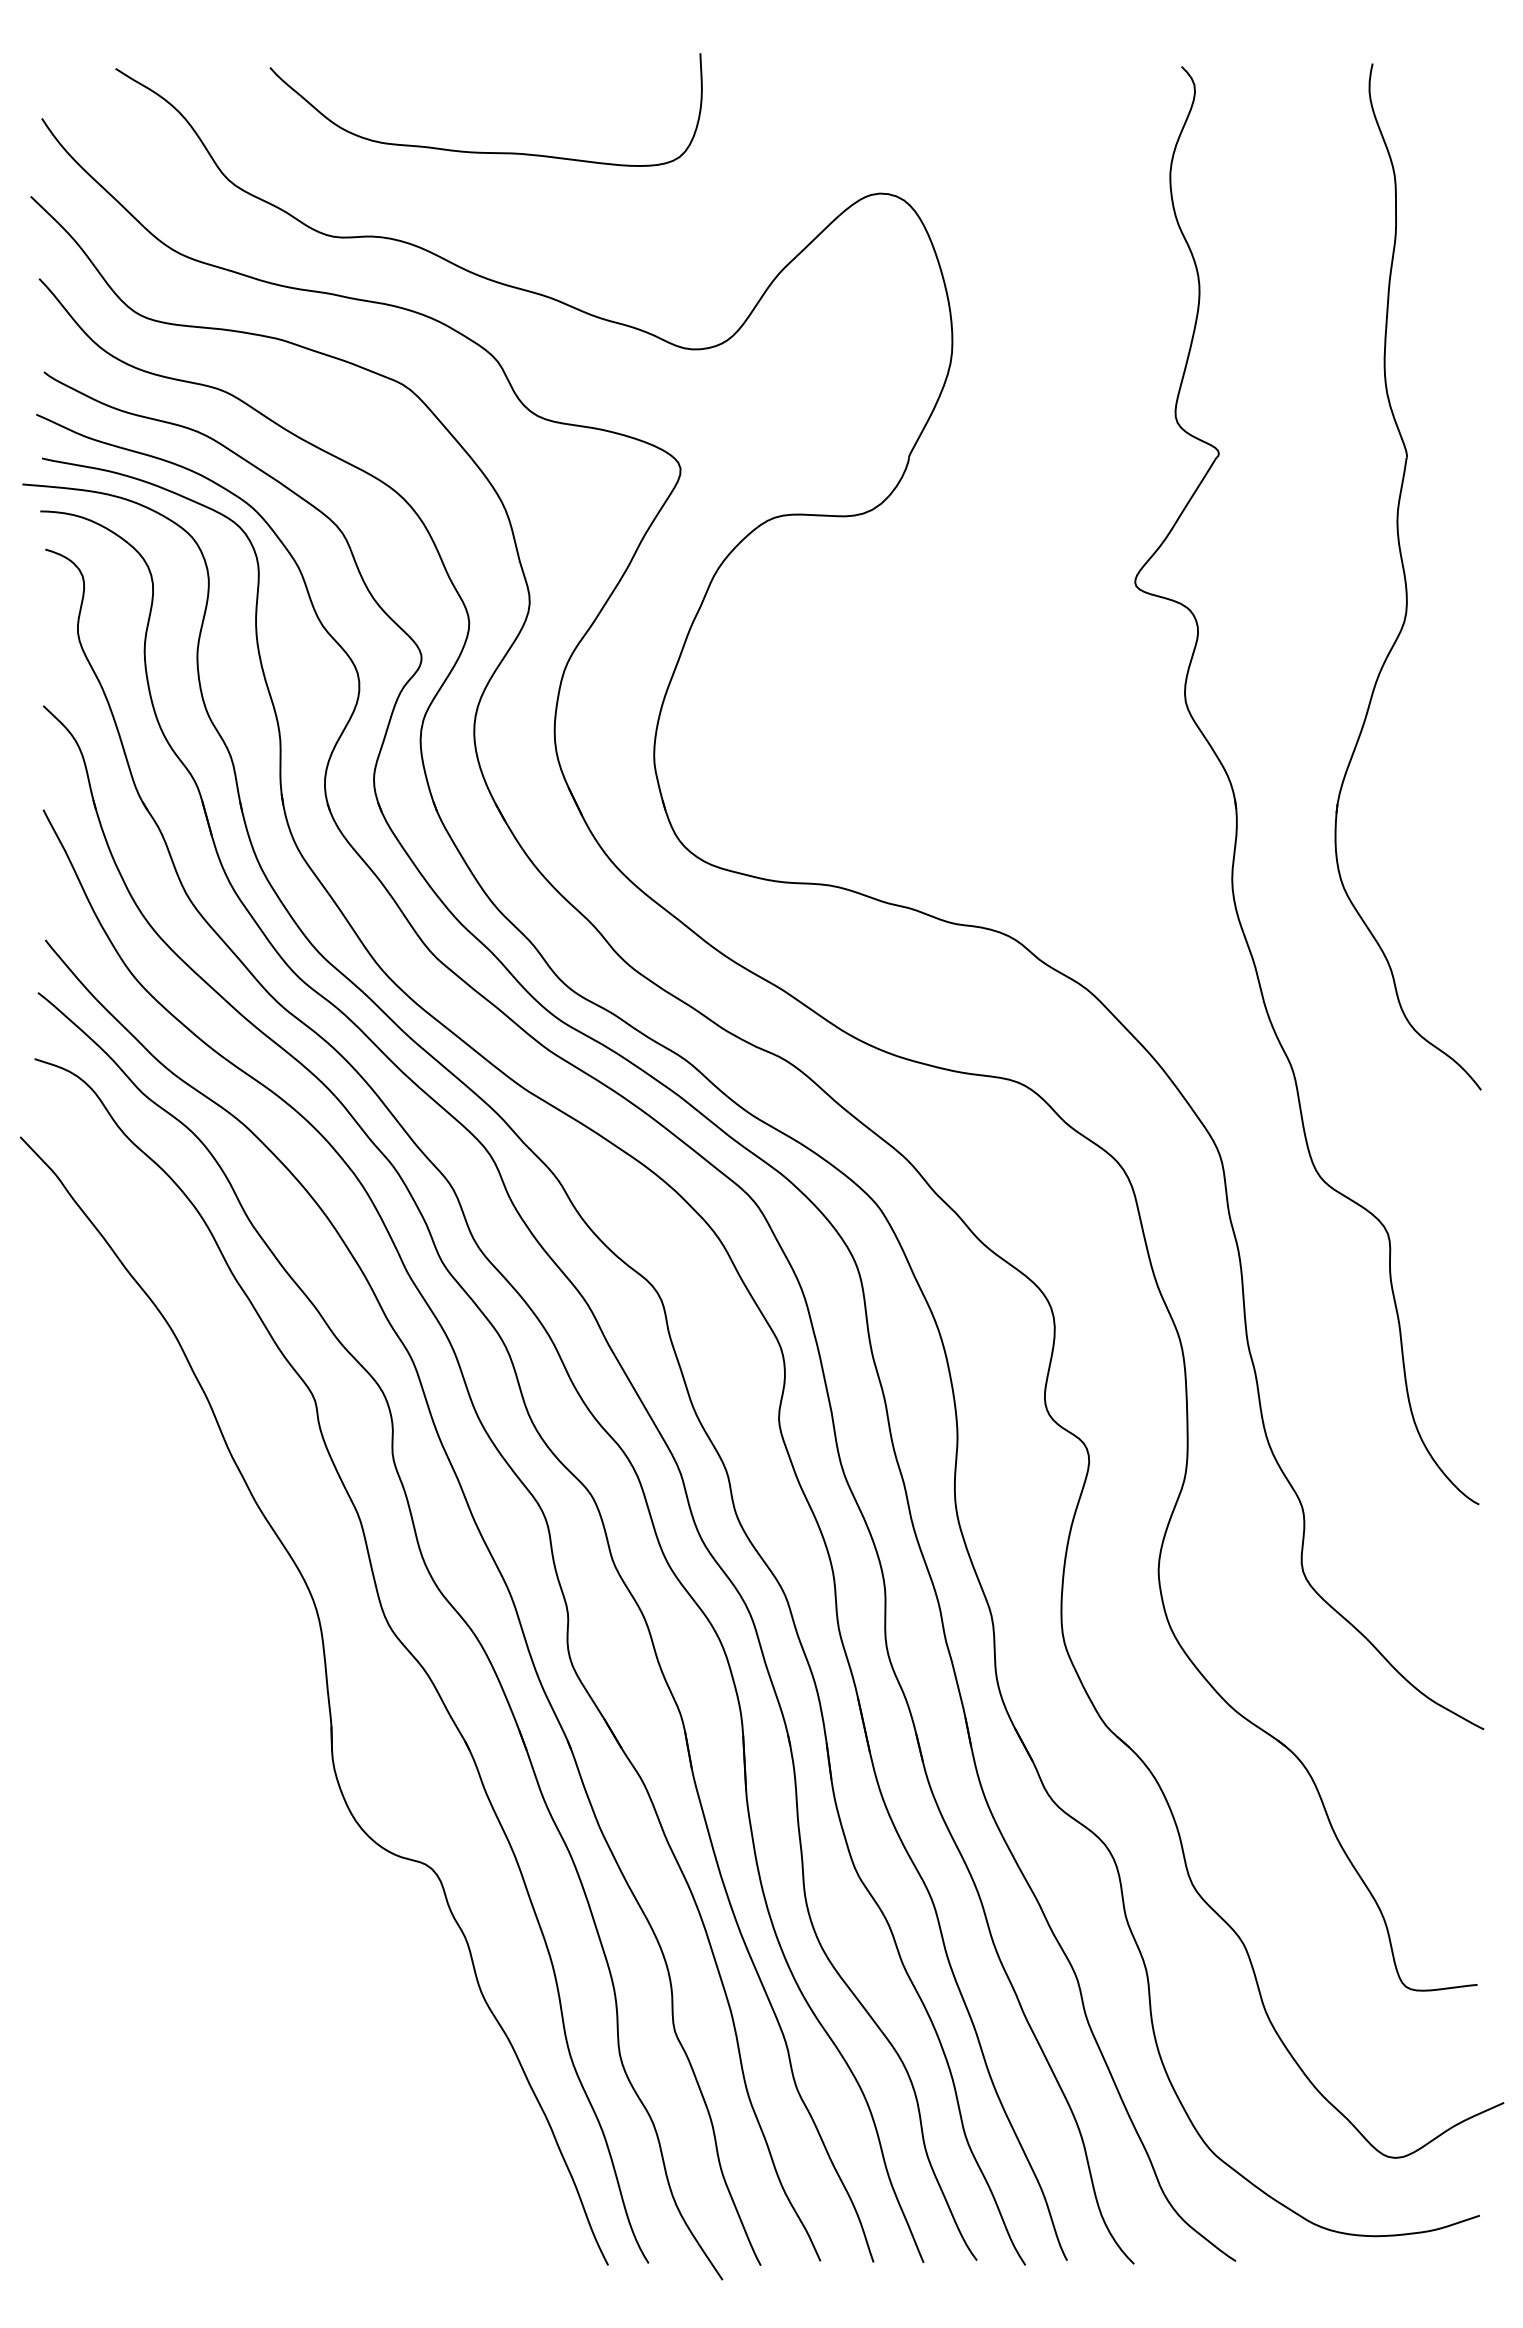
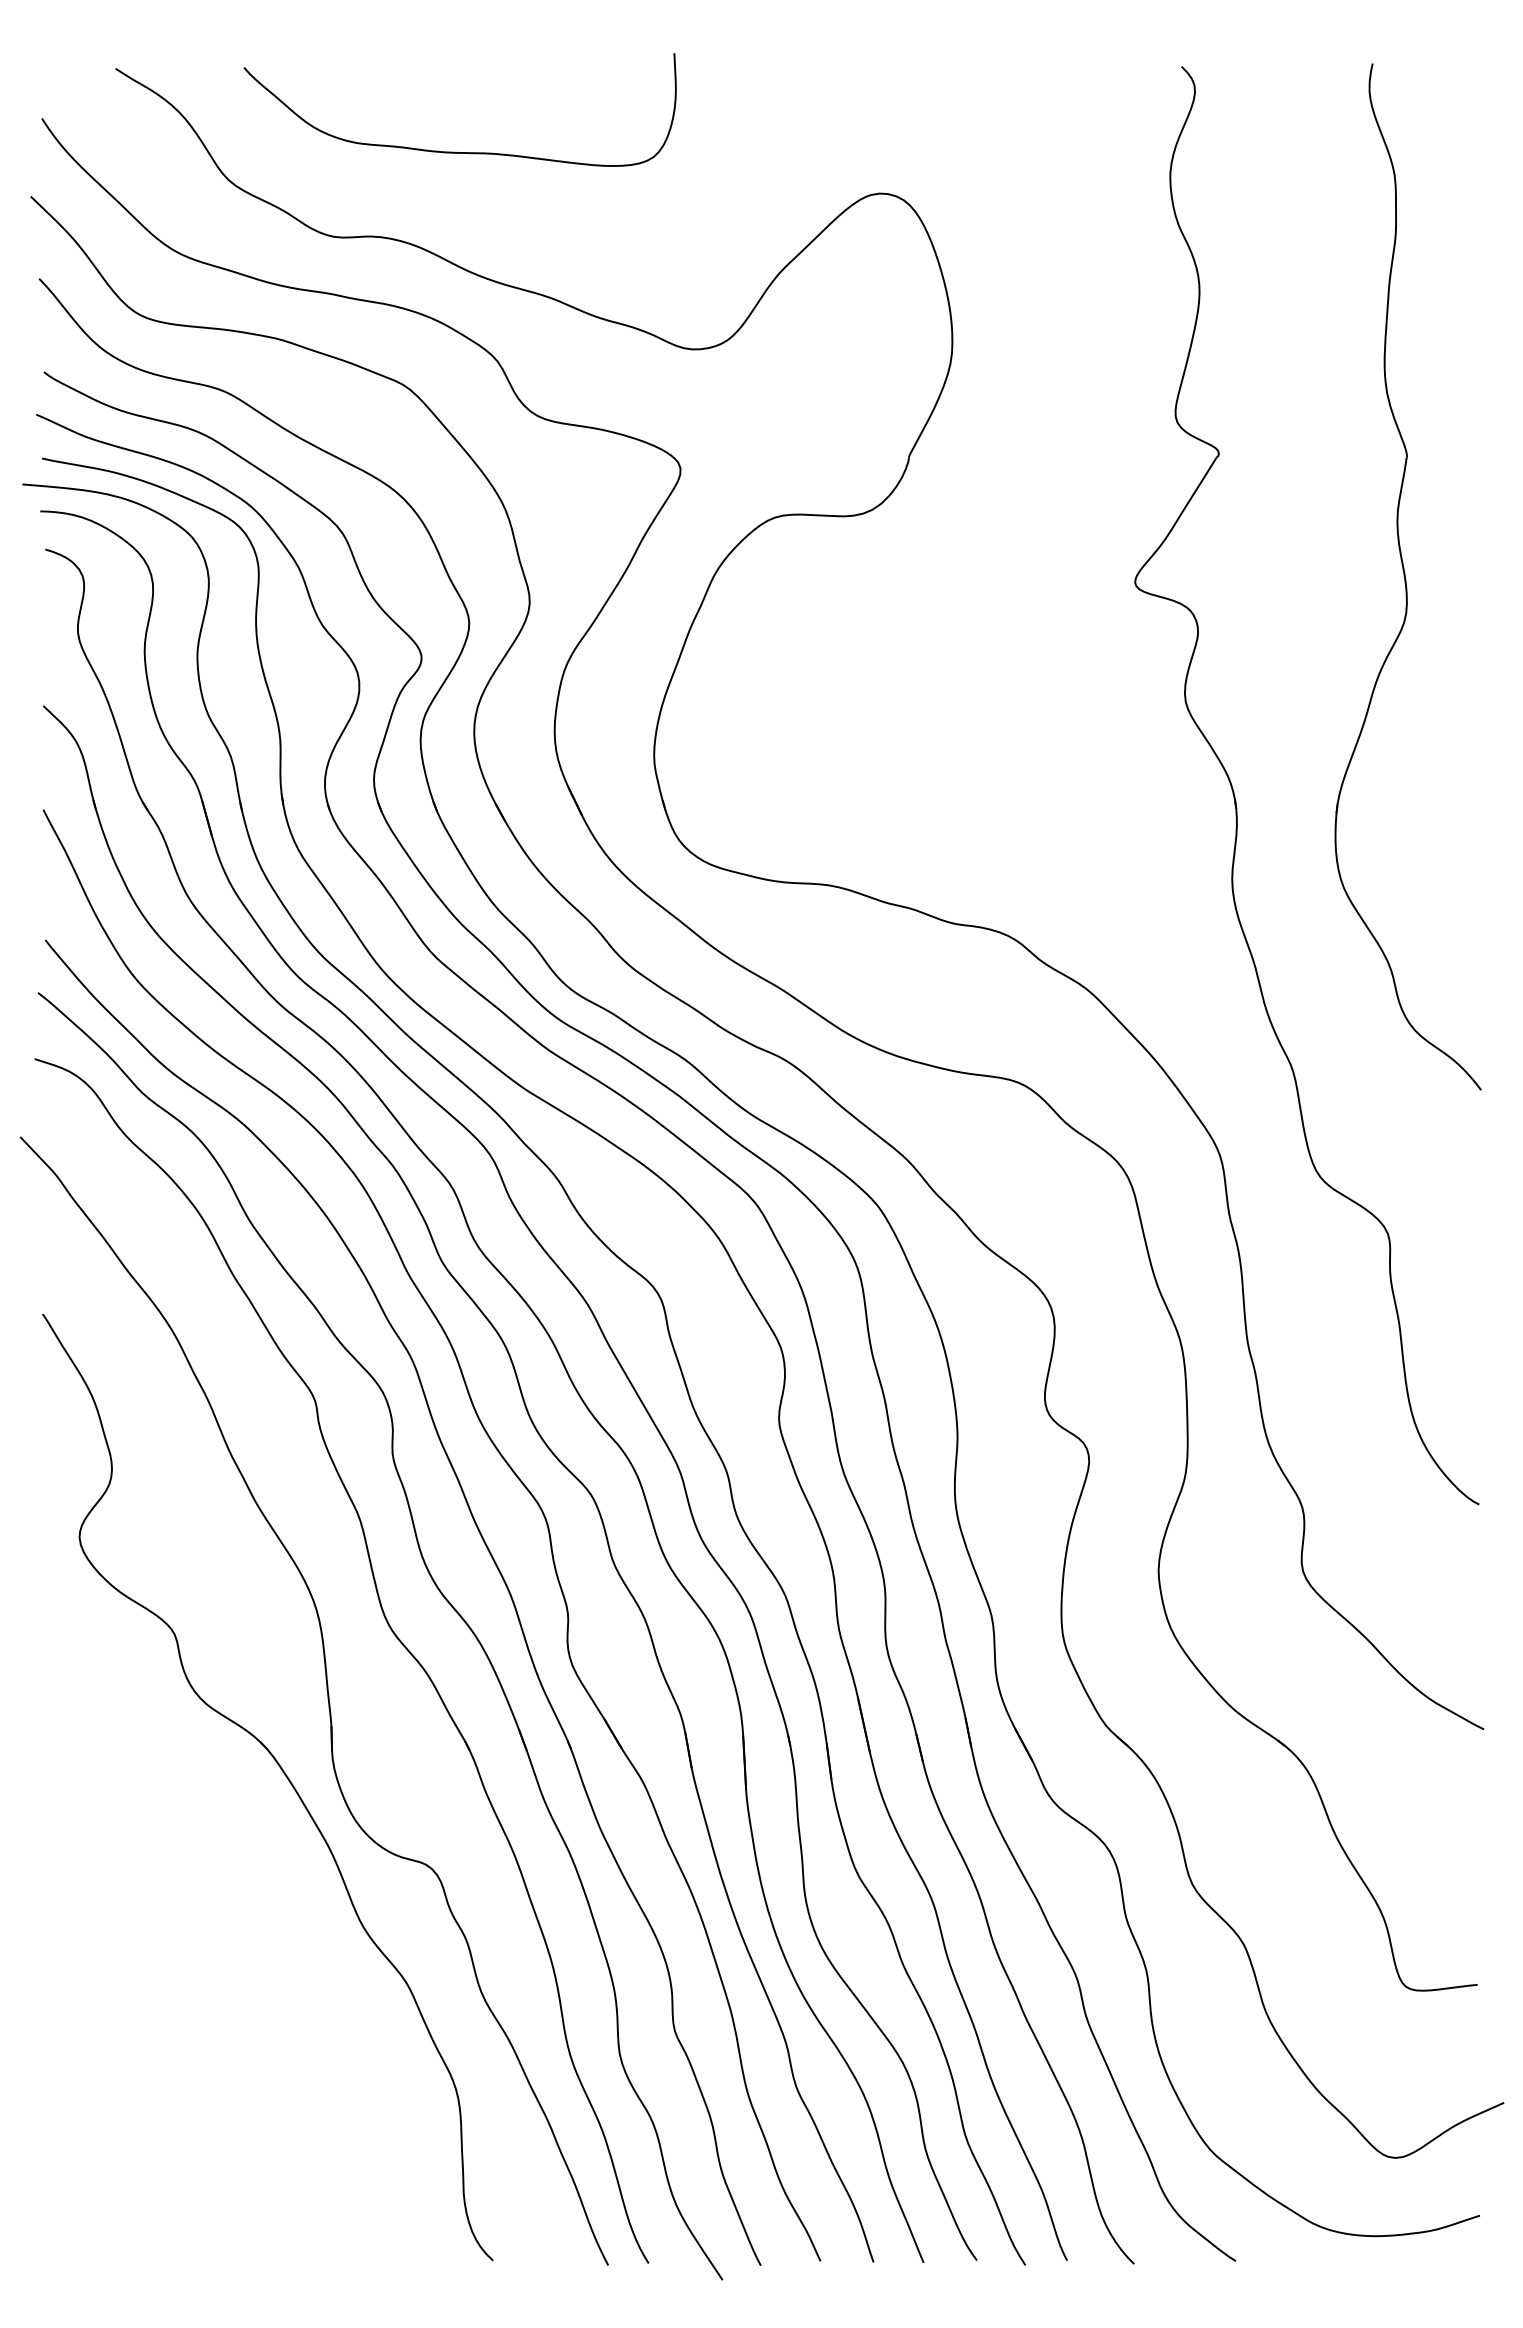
curve at (480, 151) position: (480, 151) -> (454, 151)
part at (286, 1778): none -> present
